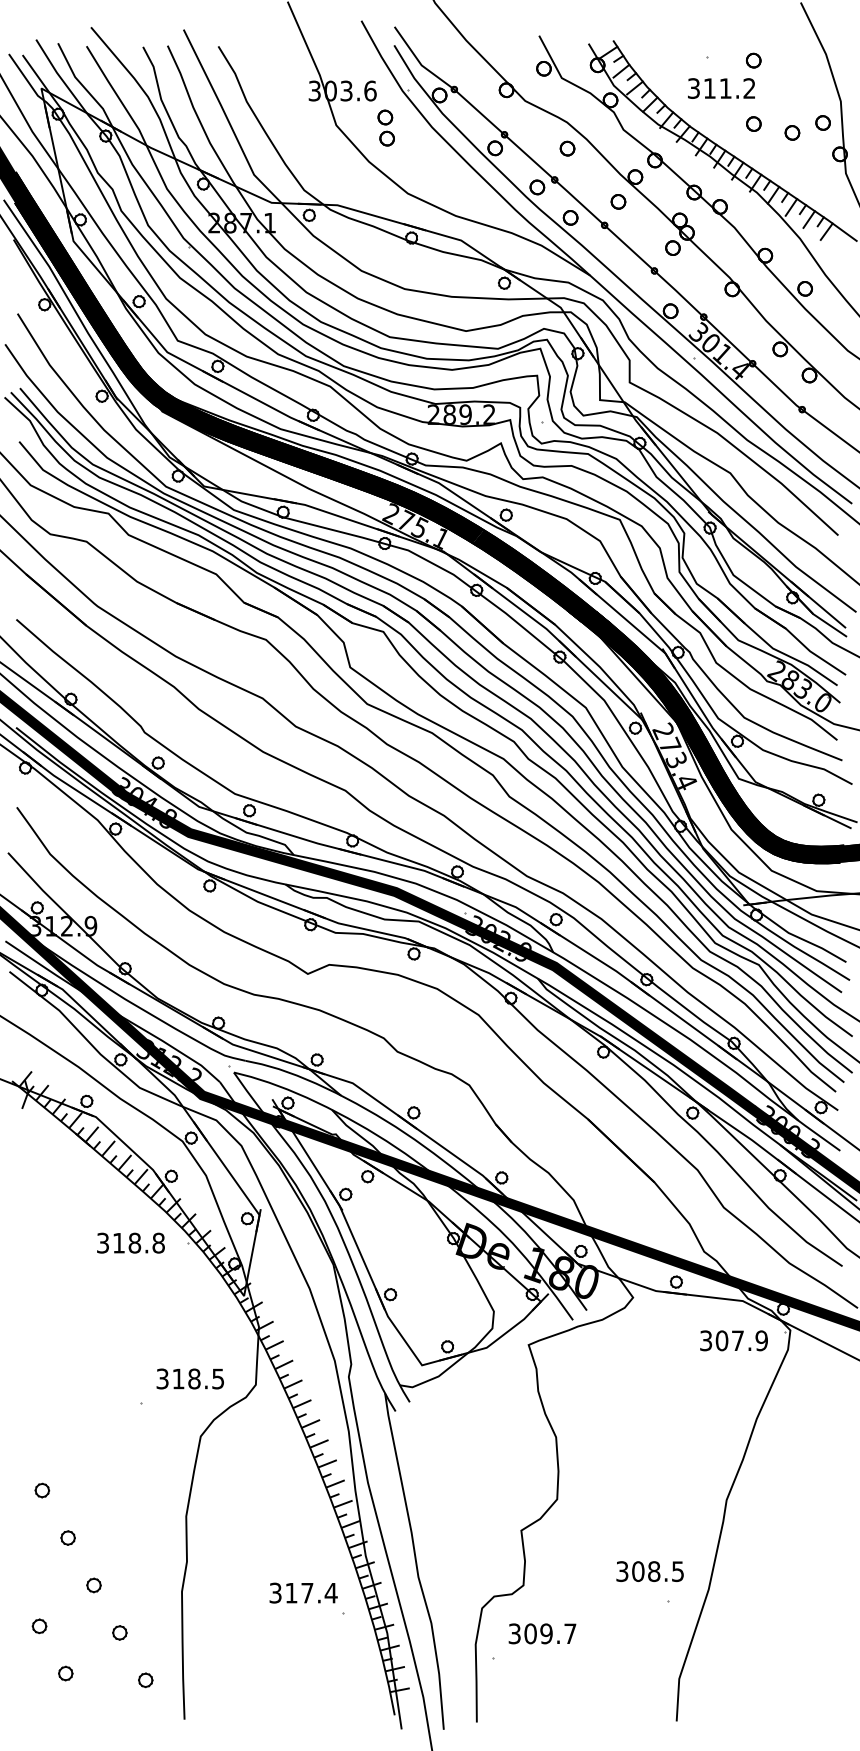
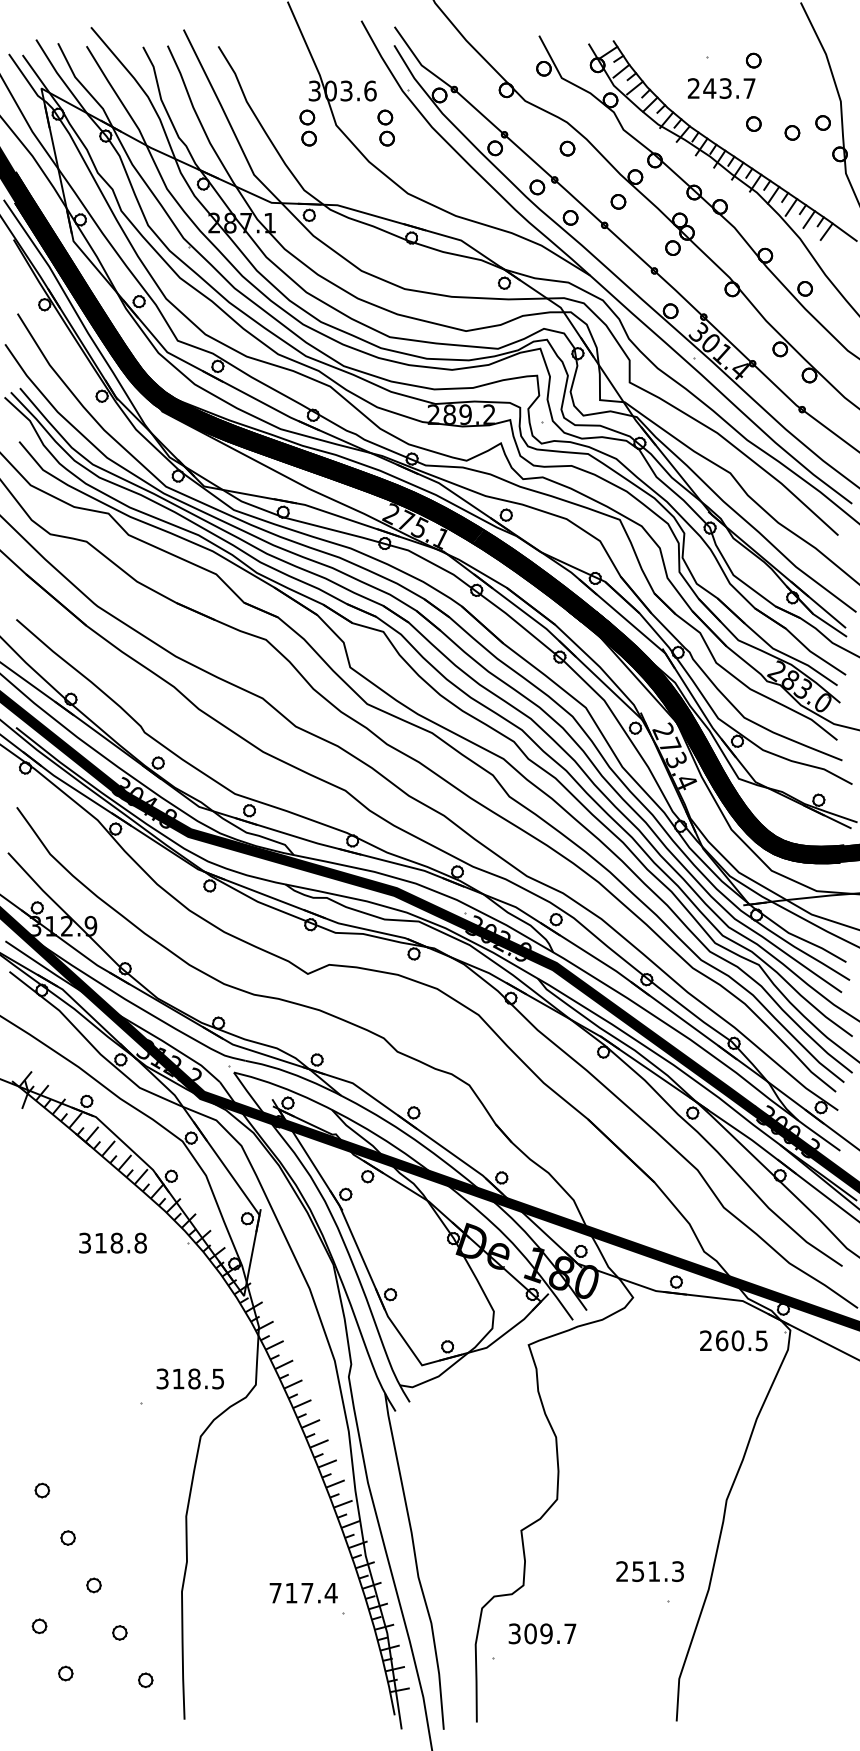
text at (721, 88): 311.2 -> 243.7
part at (307, 127): none -> present
text at (130, 1242) position: (130, 1242) -> (112, 1242)
text at (733, 1340): 307.9 -> 260.5
text at (649, 1571): 308.5 -> 251.3
text at (275, 1592): 317.4 -> 717.4
